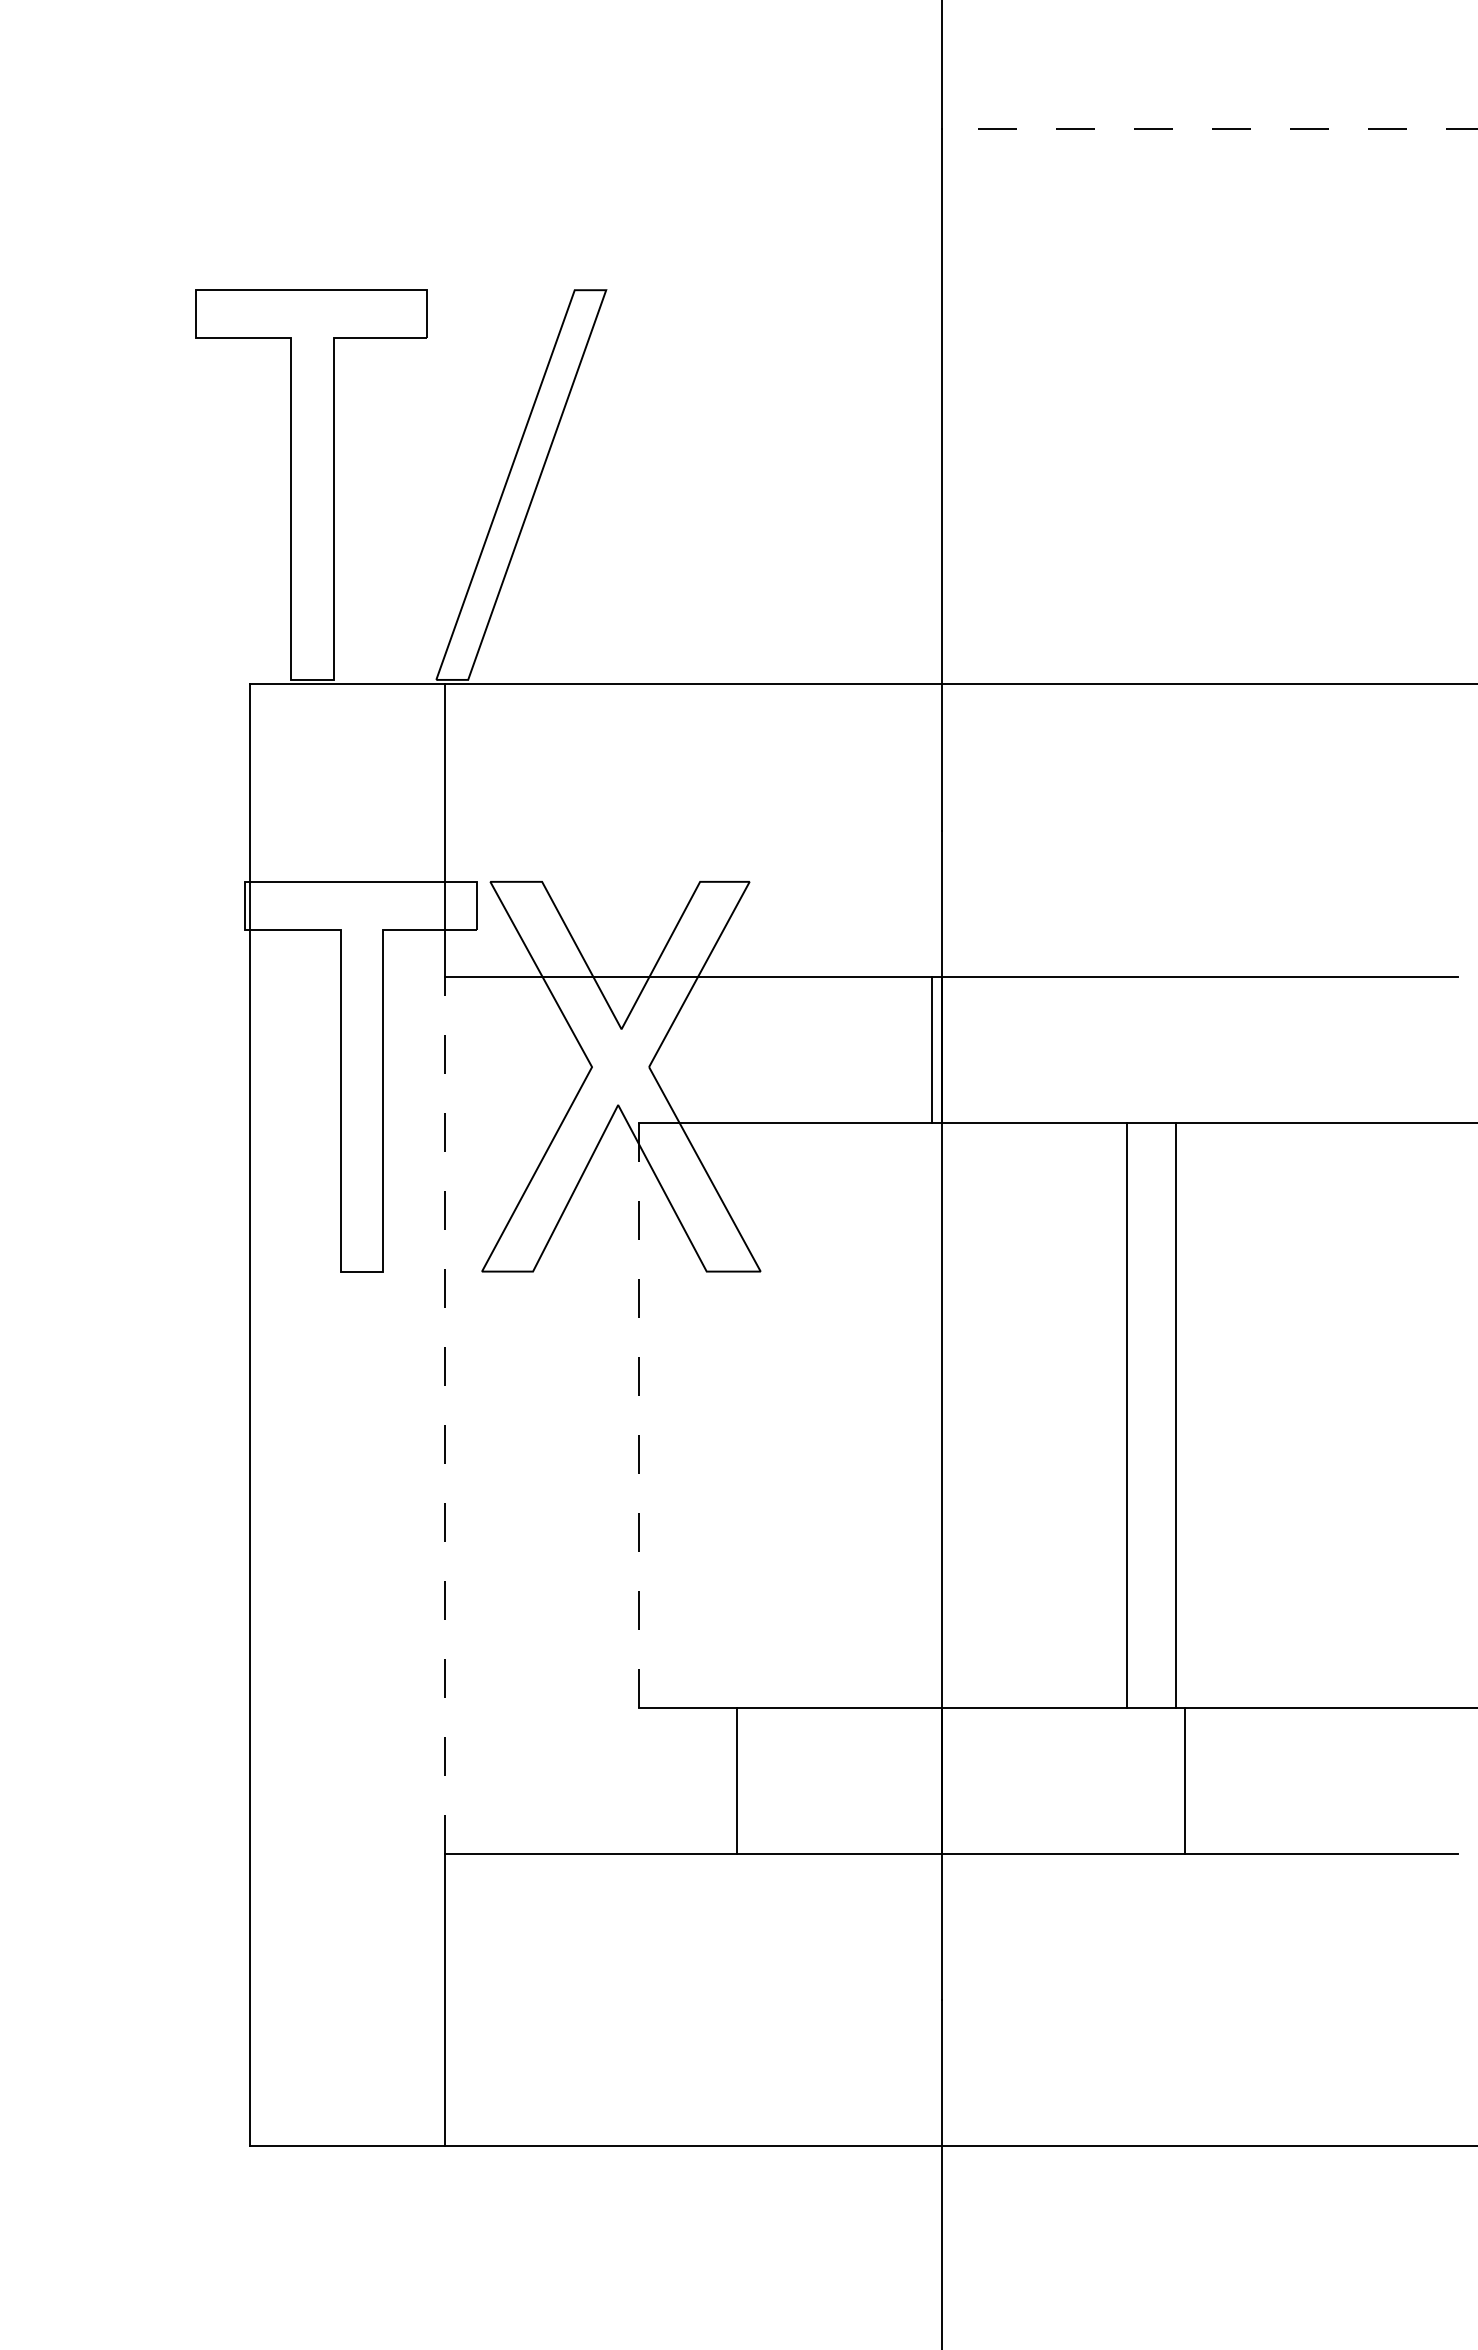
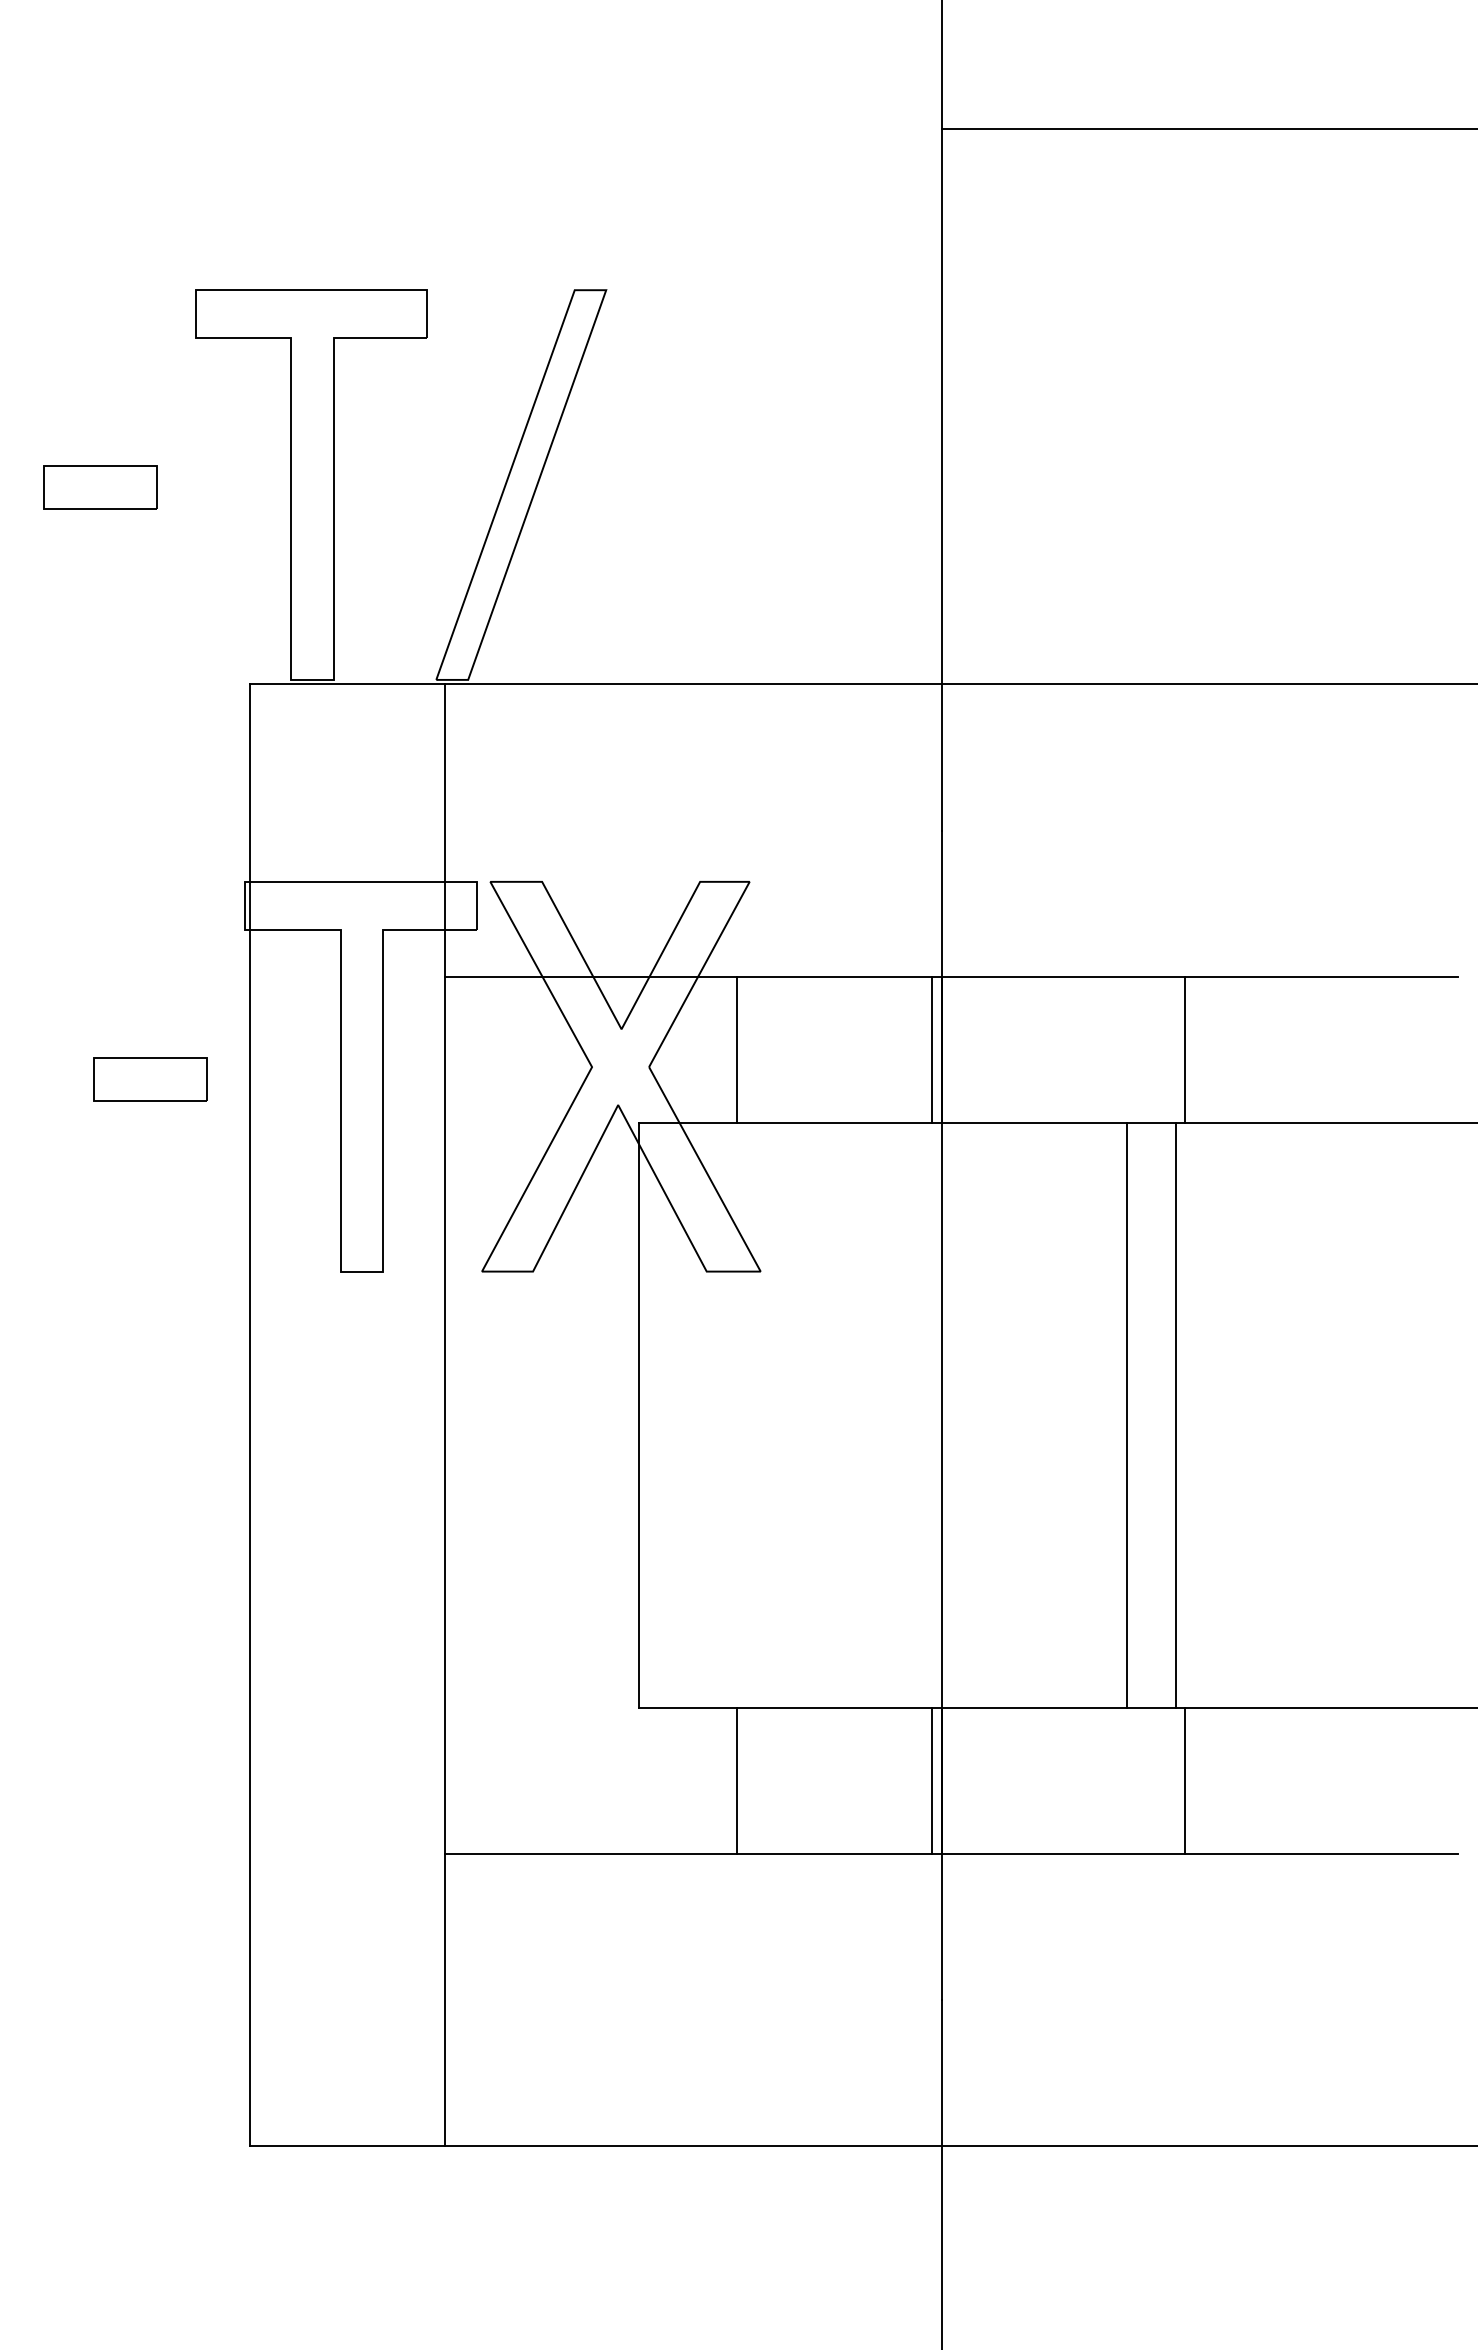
line at (1209, 128): dashed -> solid
part at (100, 487): none -> present
line at (736, 1049): none -> present
line at (1185, 1049): none -> present
part at (150, 1079): none -> present
line at (639, 1414): dashed -> solid
line at (444, 1415): dashed -> solid
line at (931, 1780): none -> present
